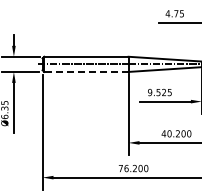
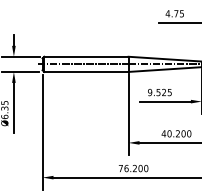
line at (85, 71): dashed -> solid
